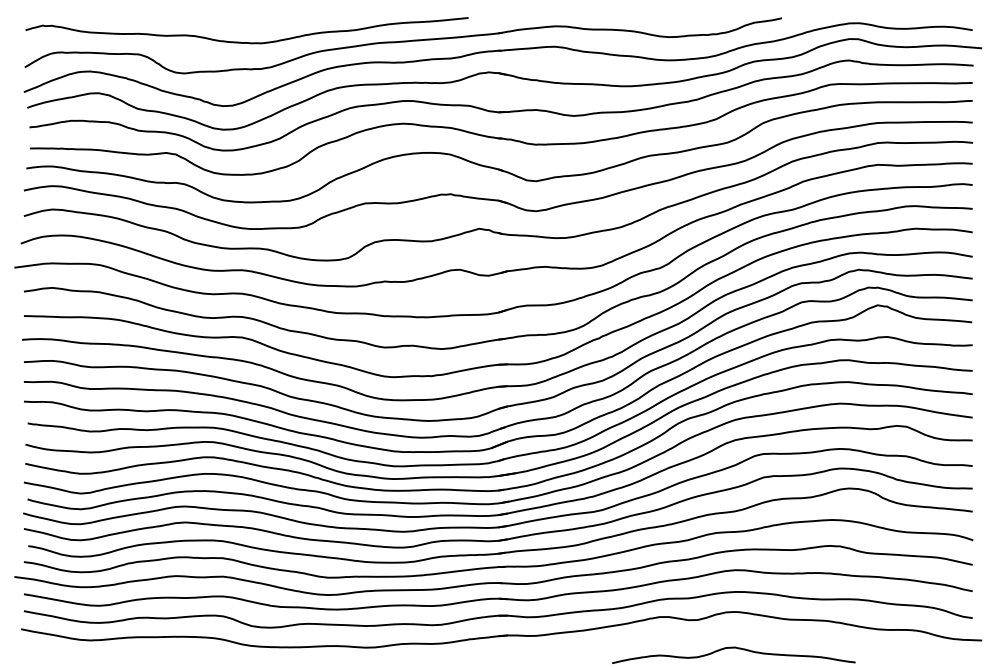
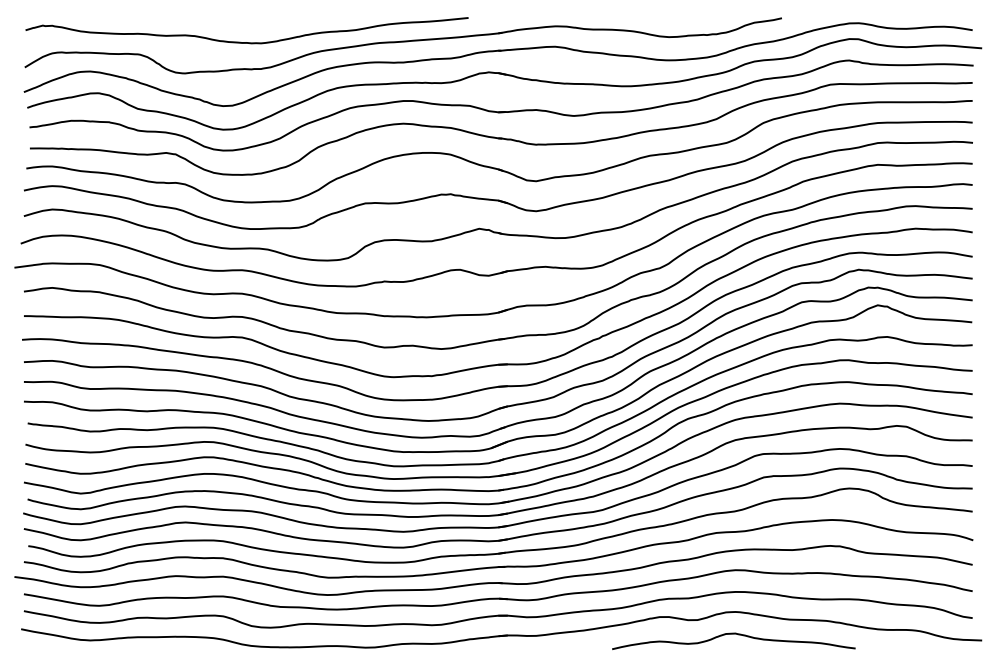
curve at (733, 648) position: (733, 648) -> (733, 634)
